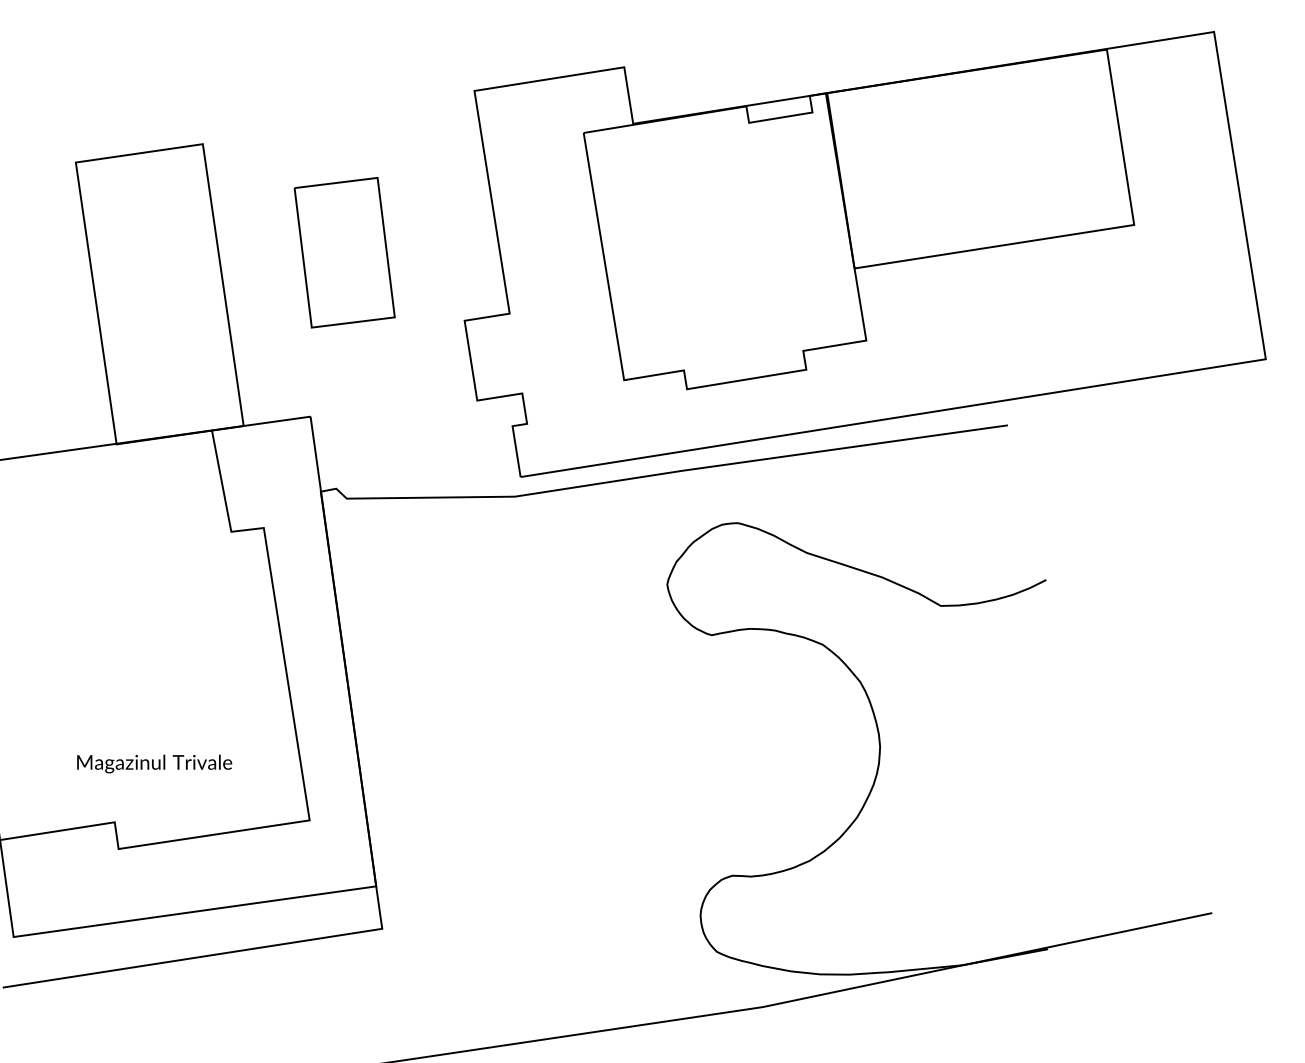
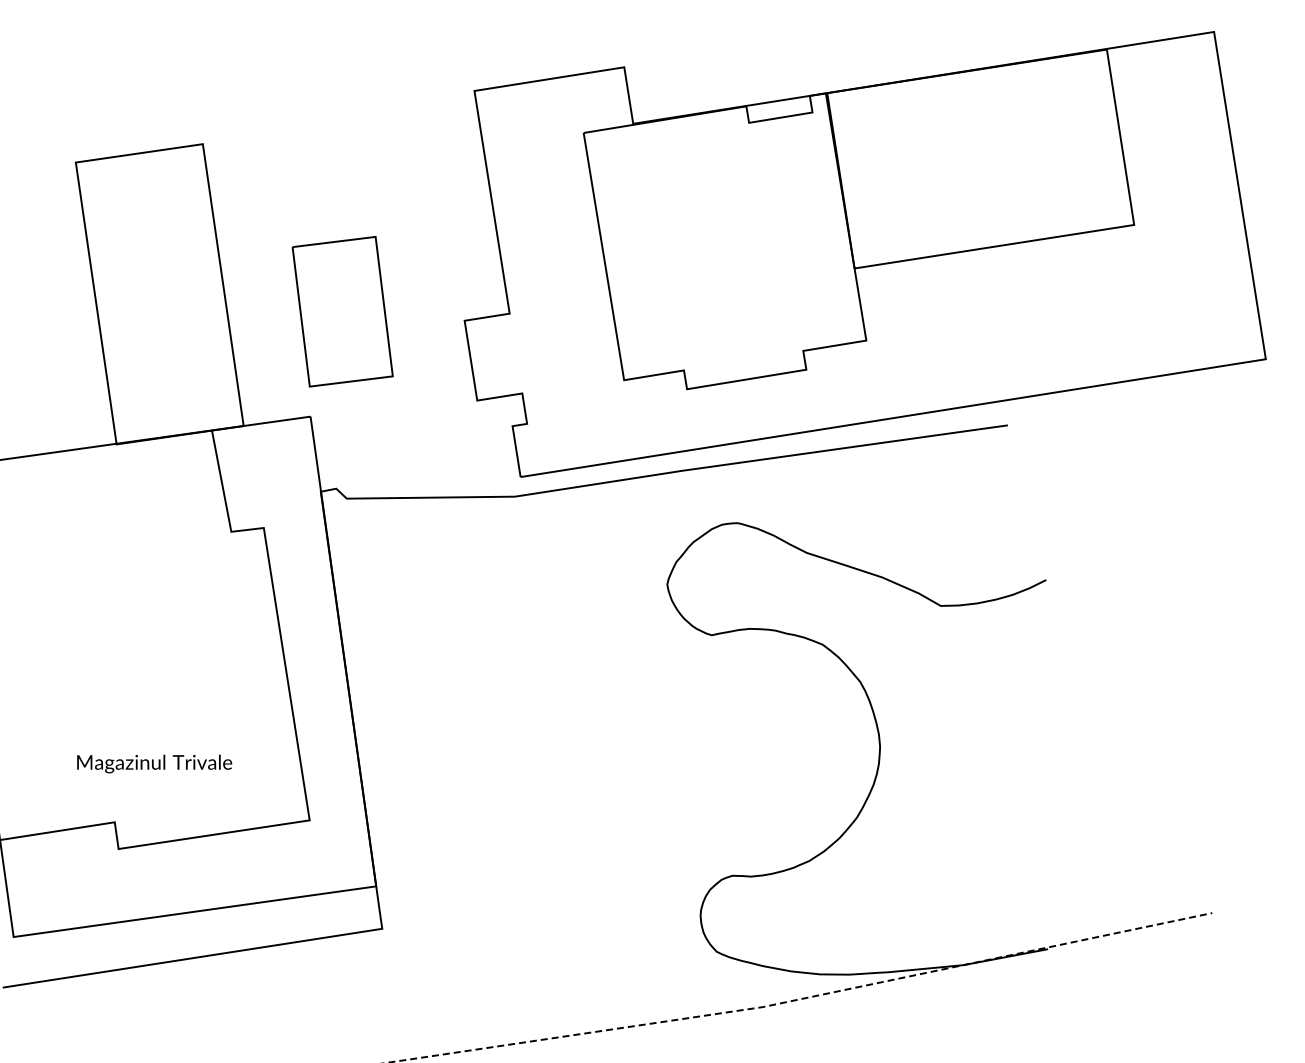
part at (344, 252) position: (344, 252) -> (342, 311)
line at (800, 999): solid -> dashed
